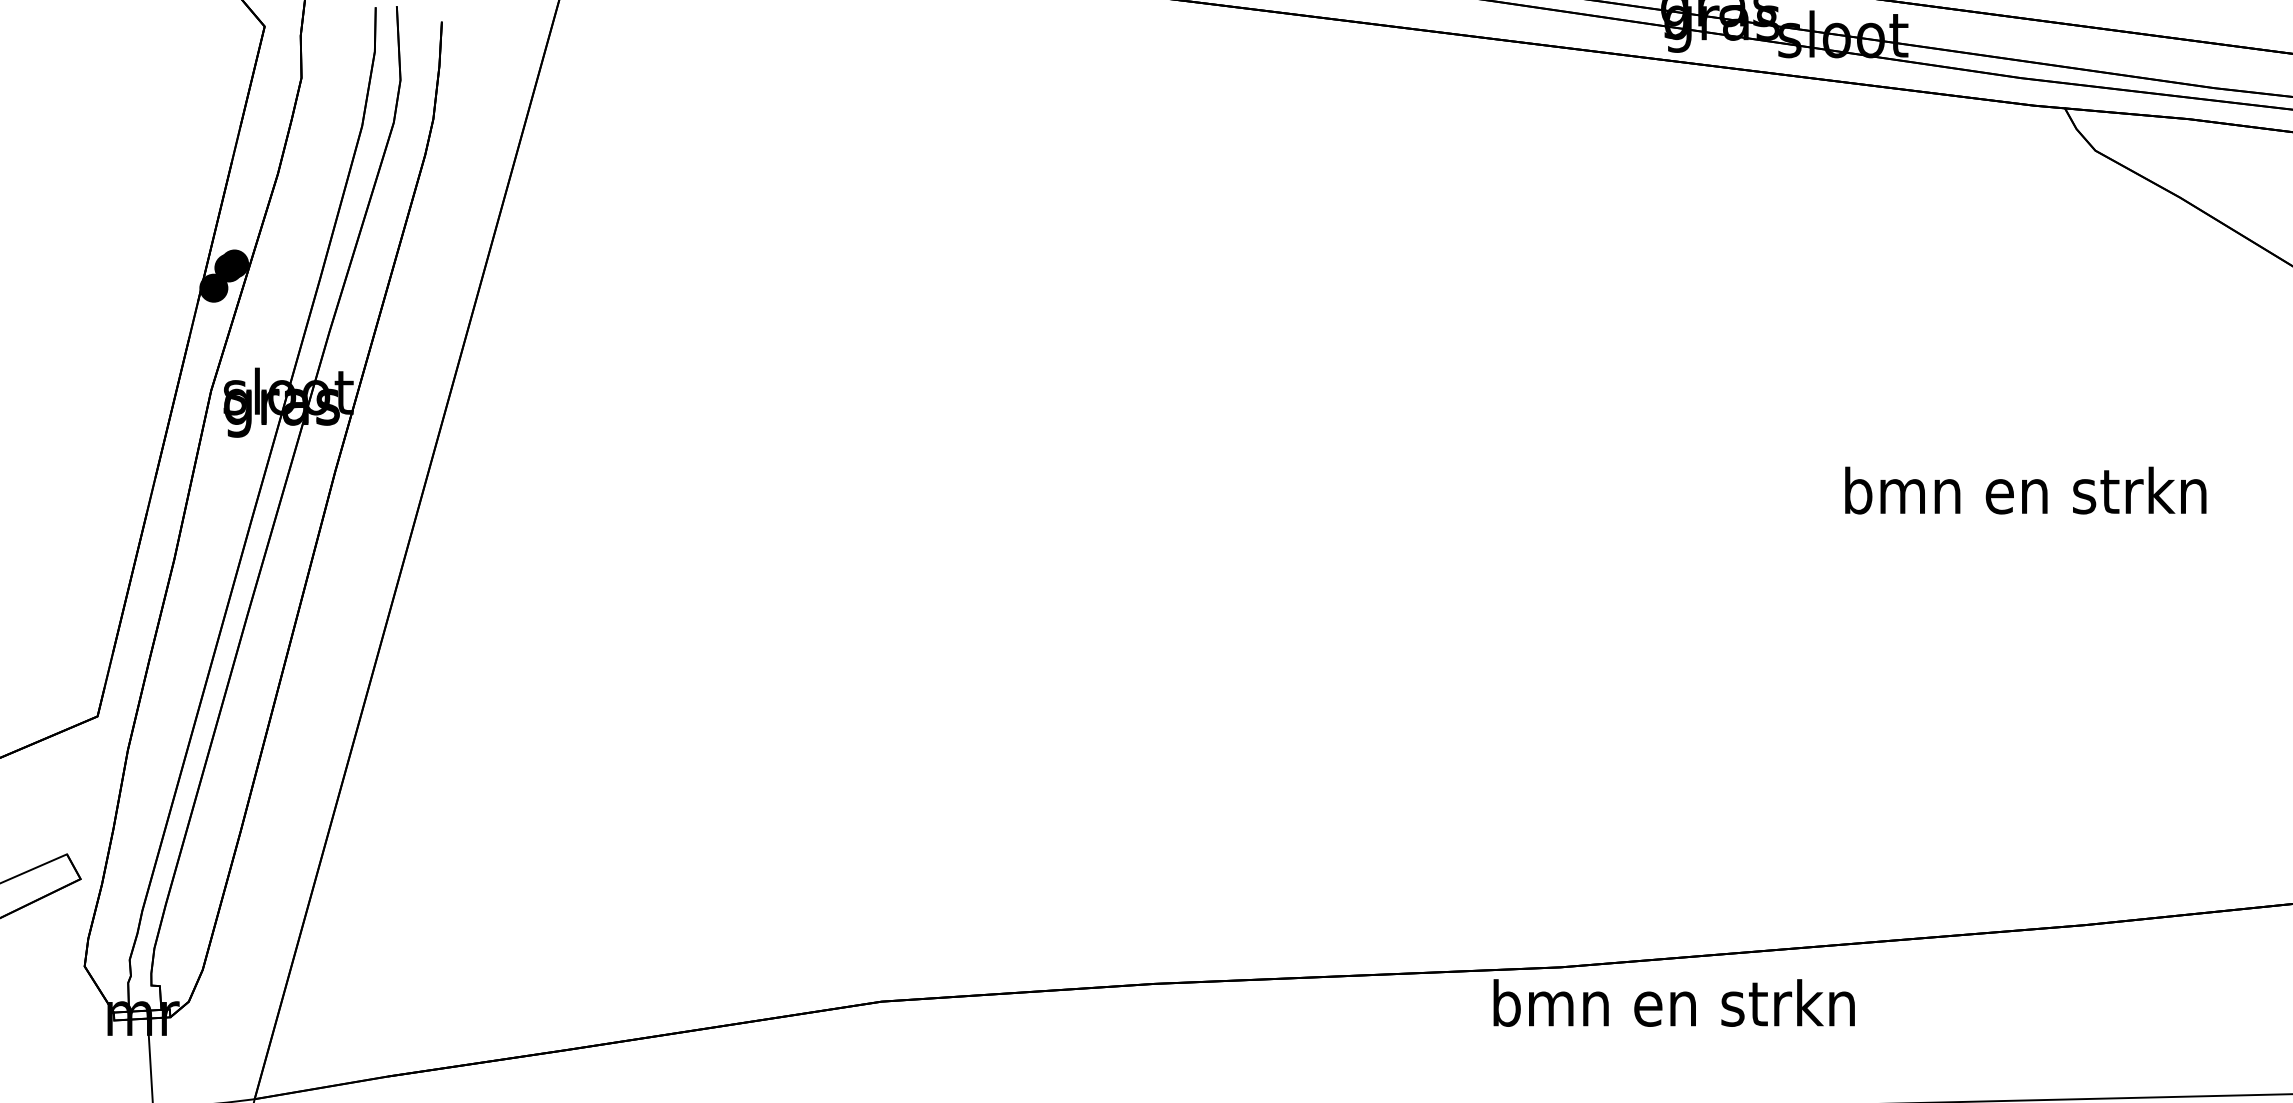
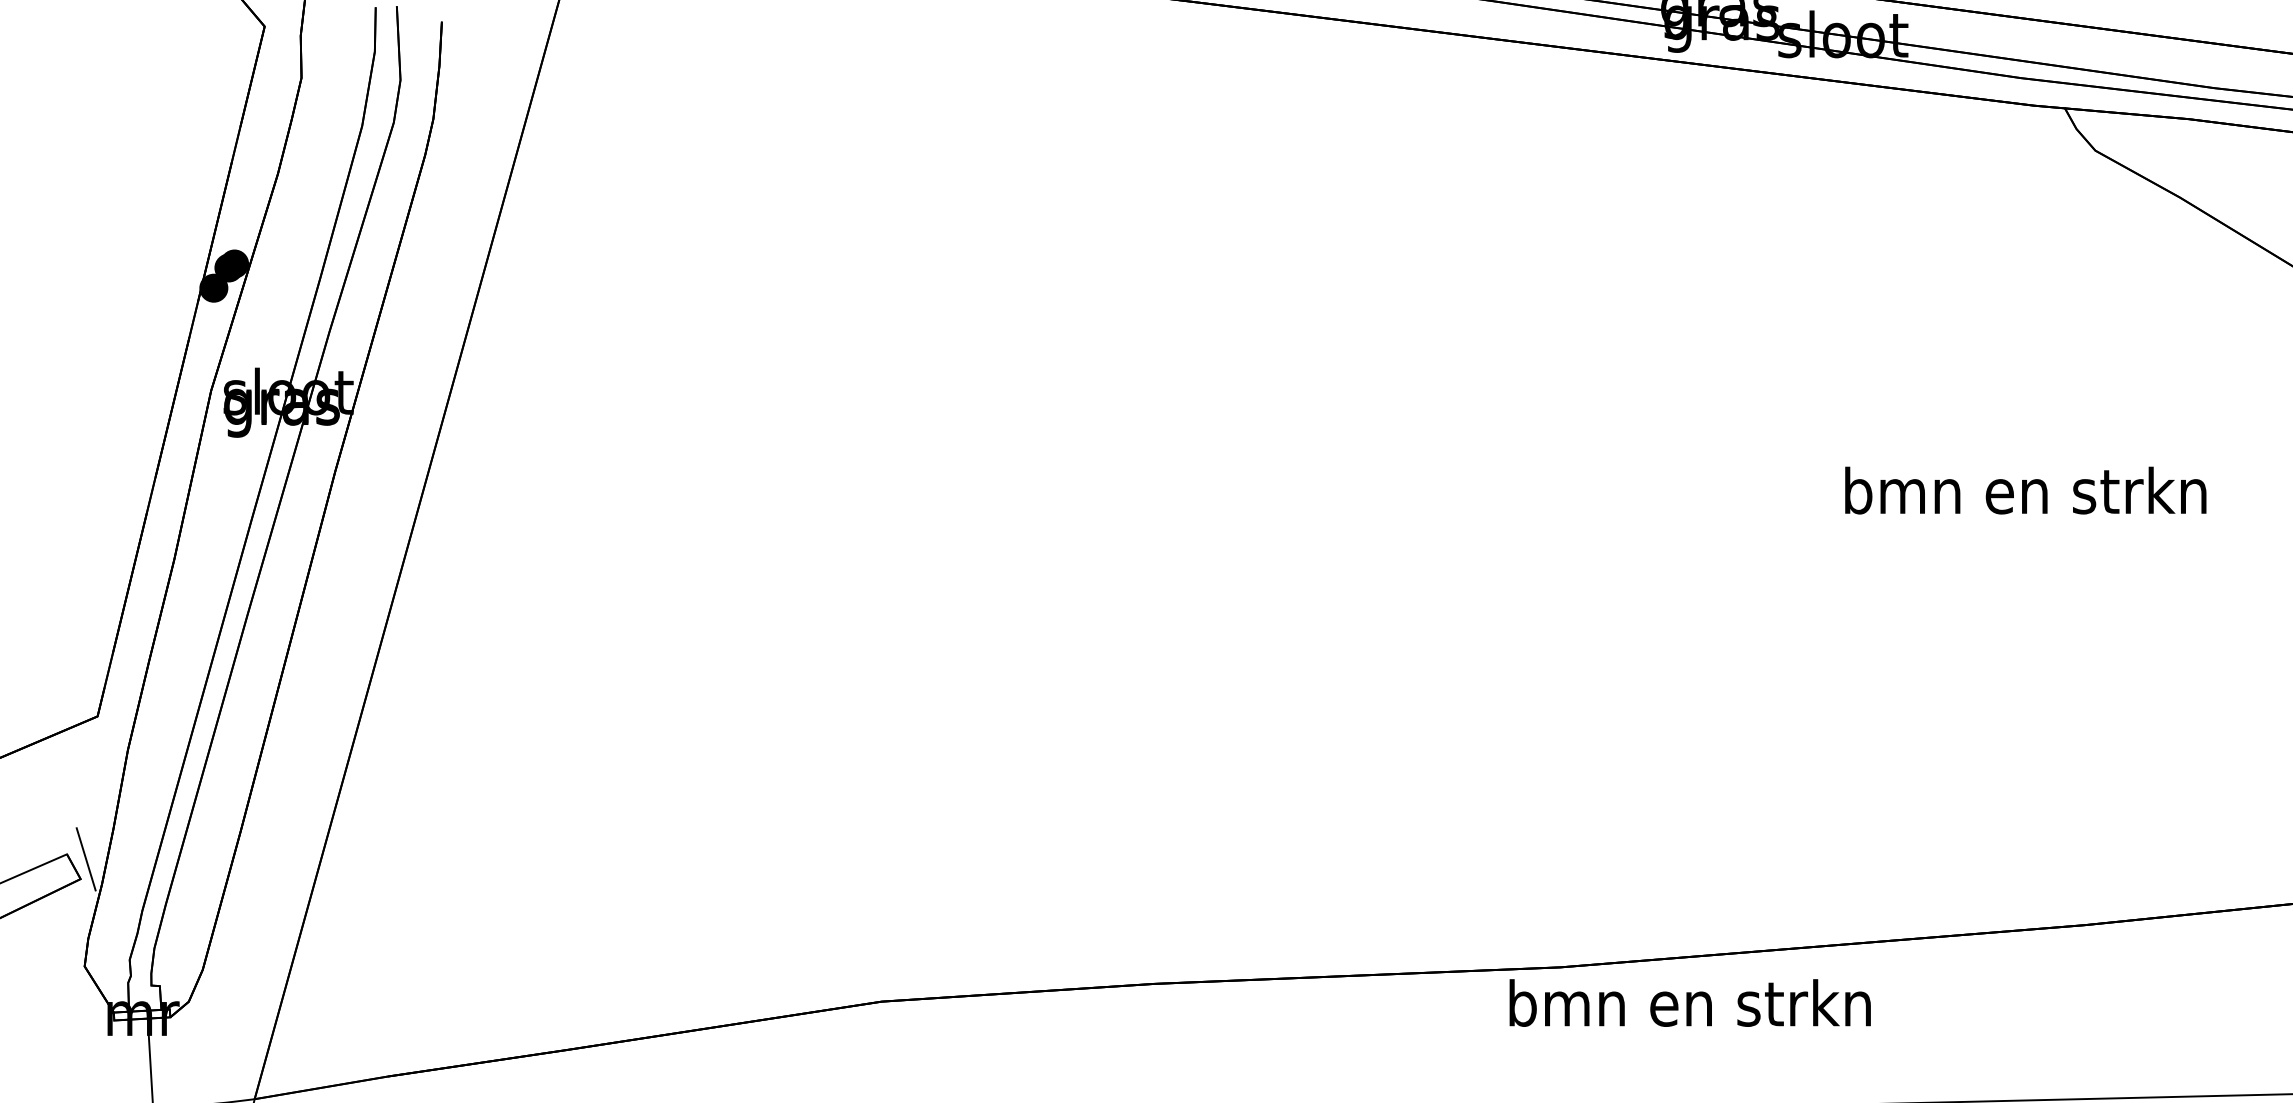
line at (85, 859): none -> present
text at (1673, 1002) position: (1673, 1002) -> (1689, 1002)
